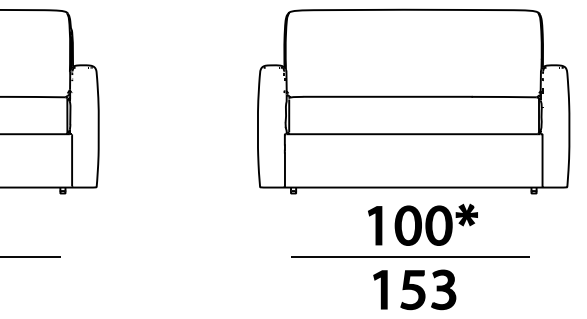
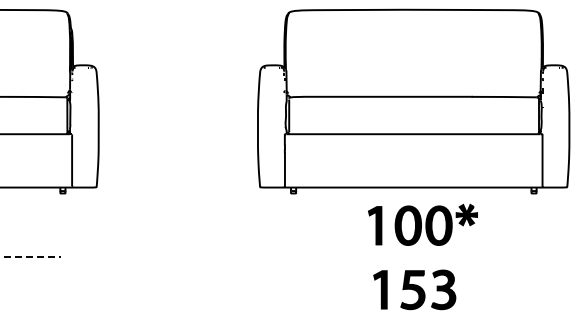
line at (410, 256): present -> none
line at (31, 257): solid -> dashed
